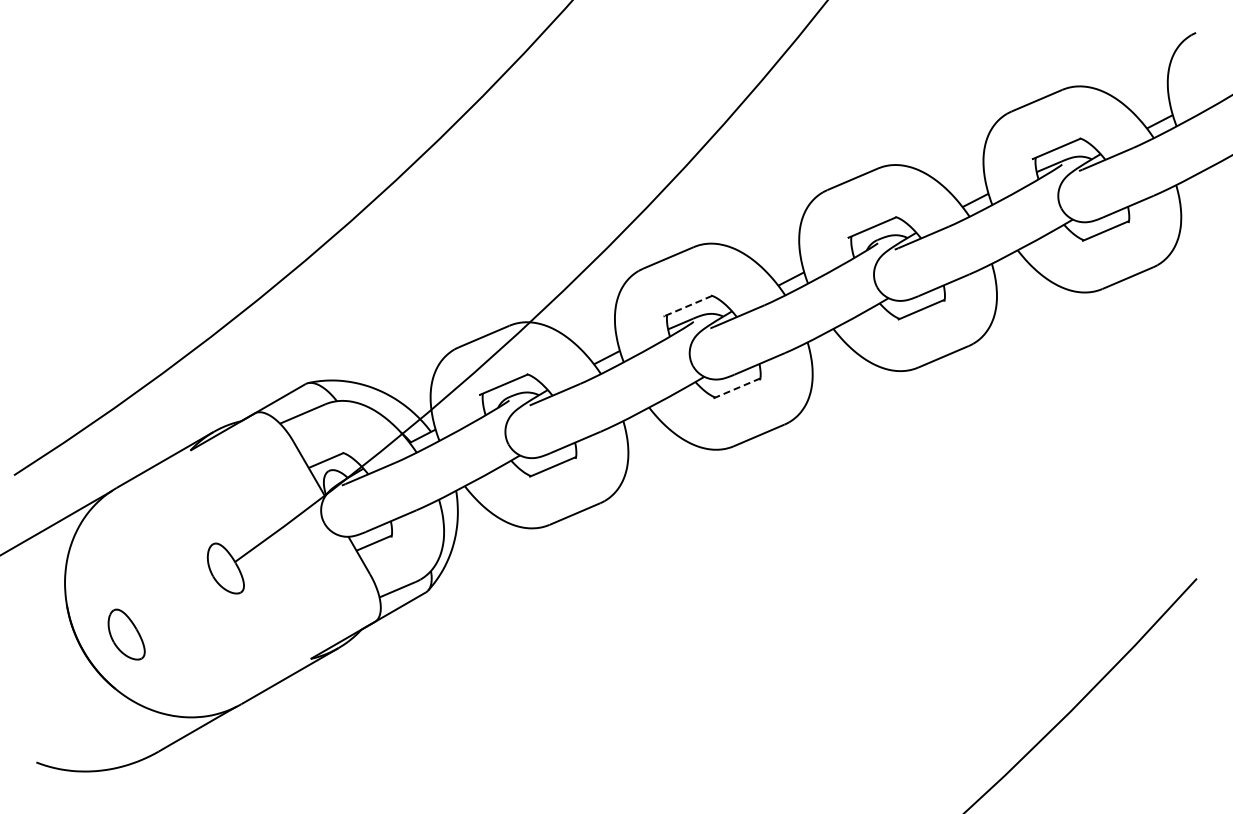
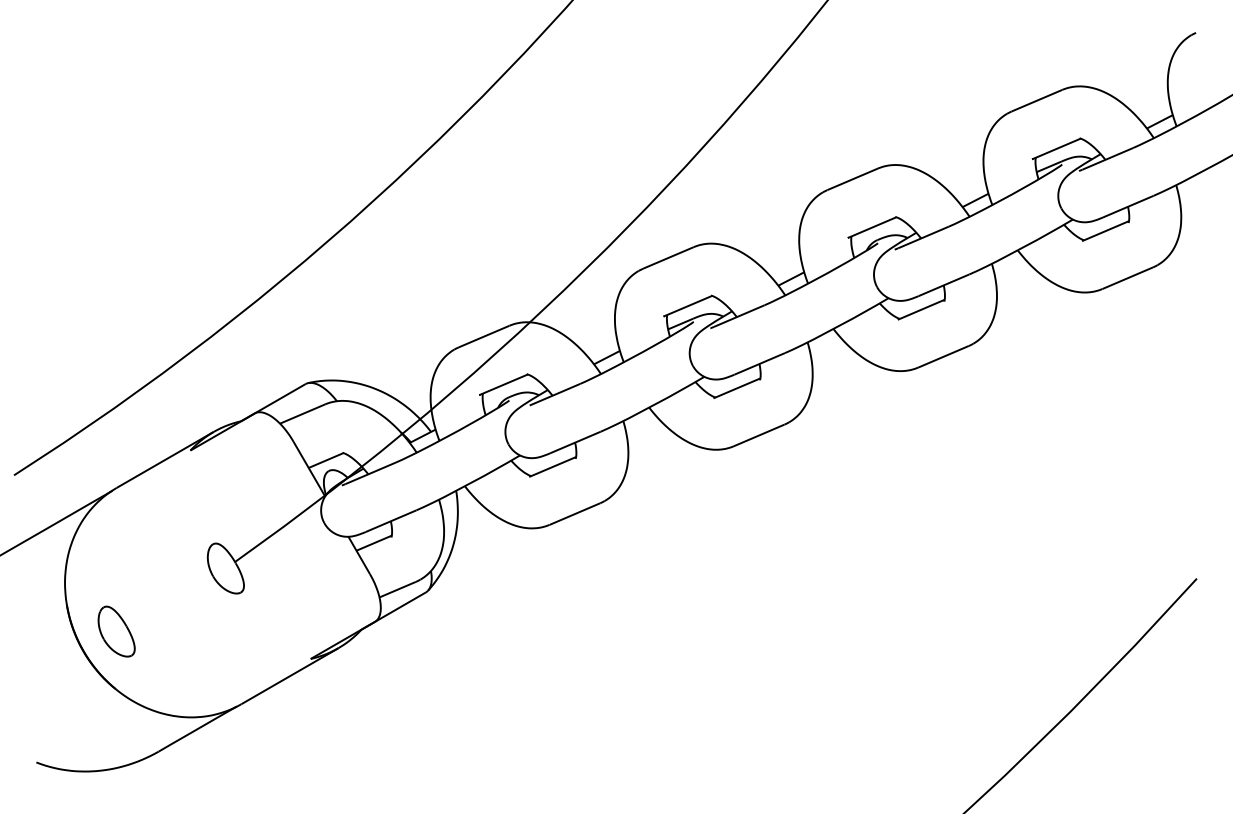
line at (687, 306): dashed -> solid
line at (736, 388): dashed -> solid
part at (126, 634) position: (126, 634) -> (116, 631)
